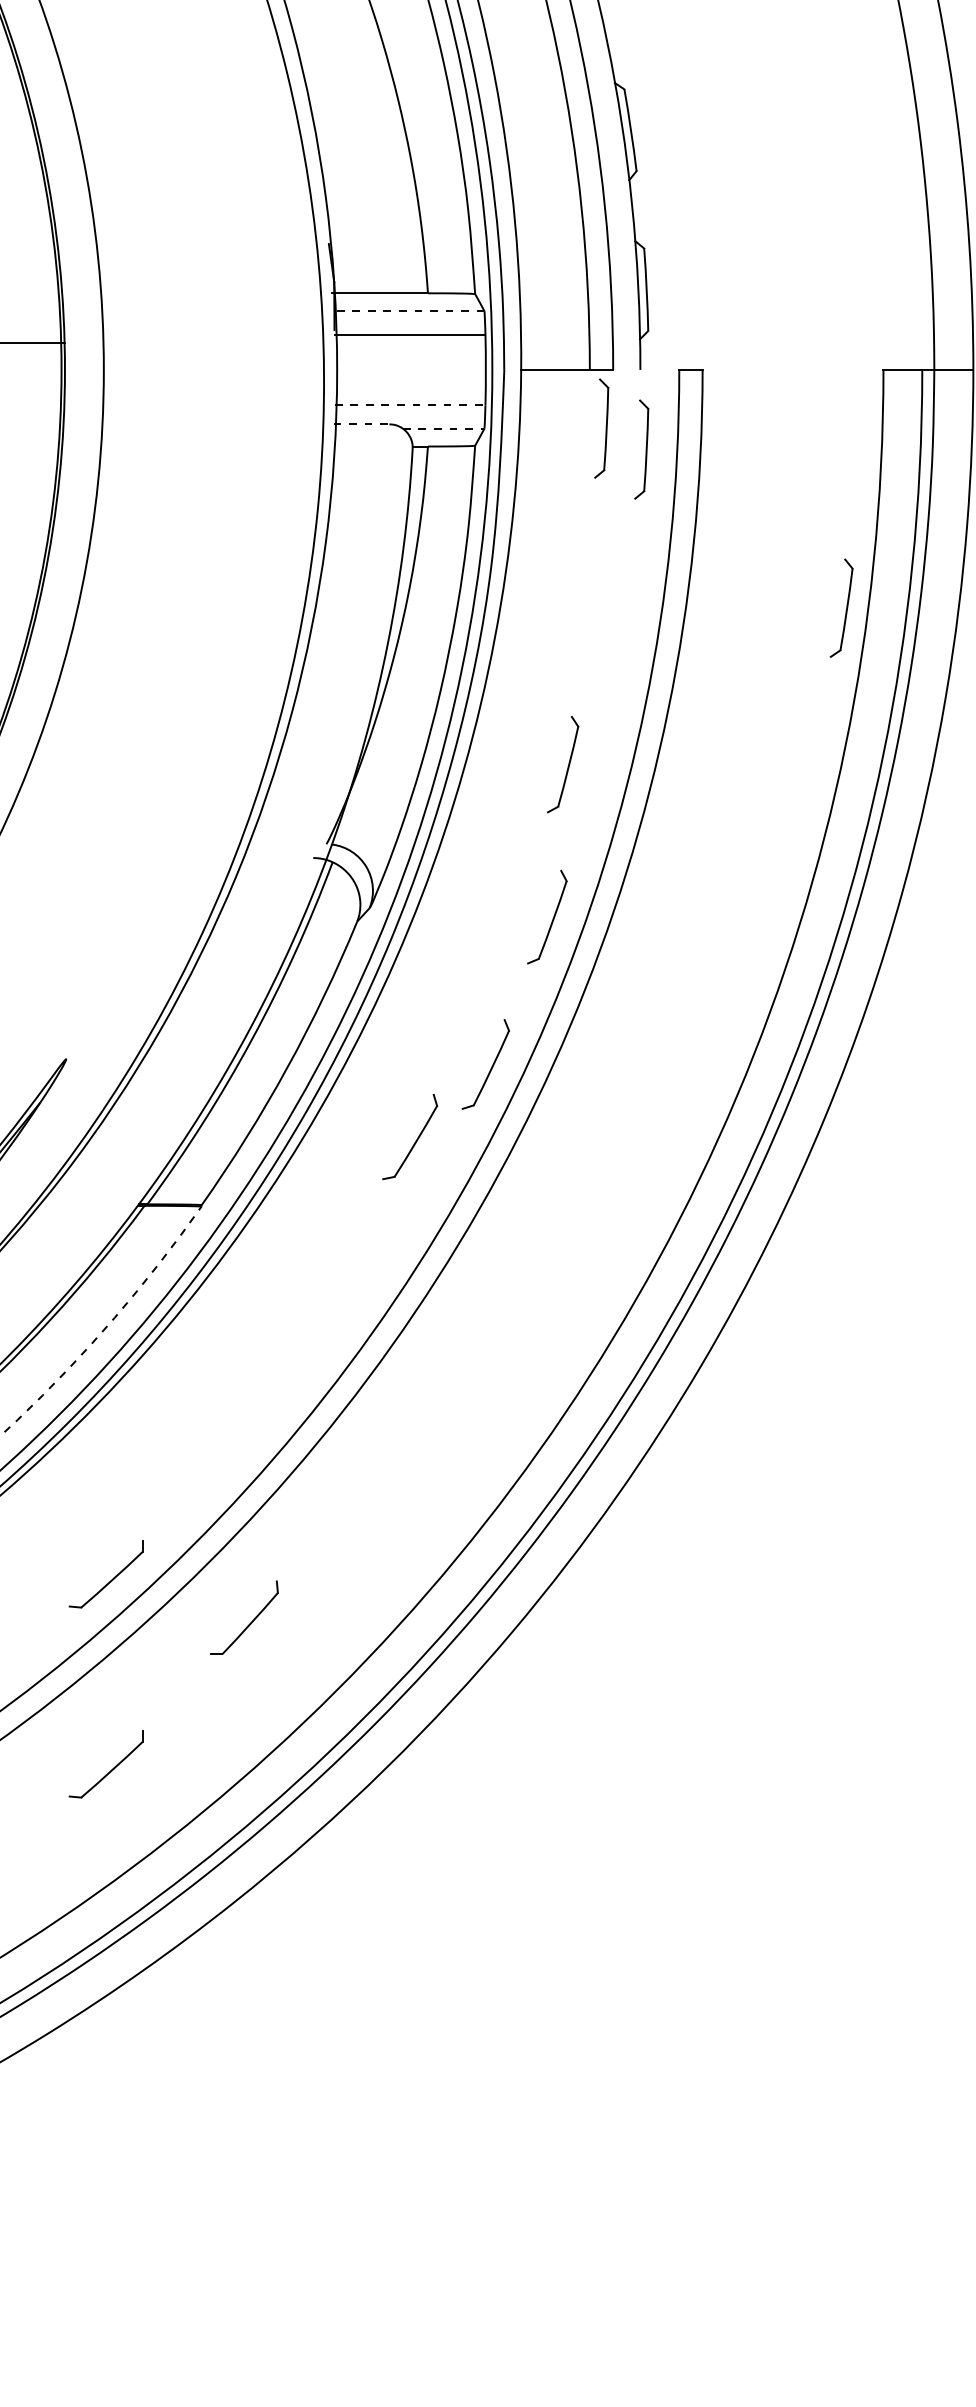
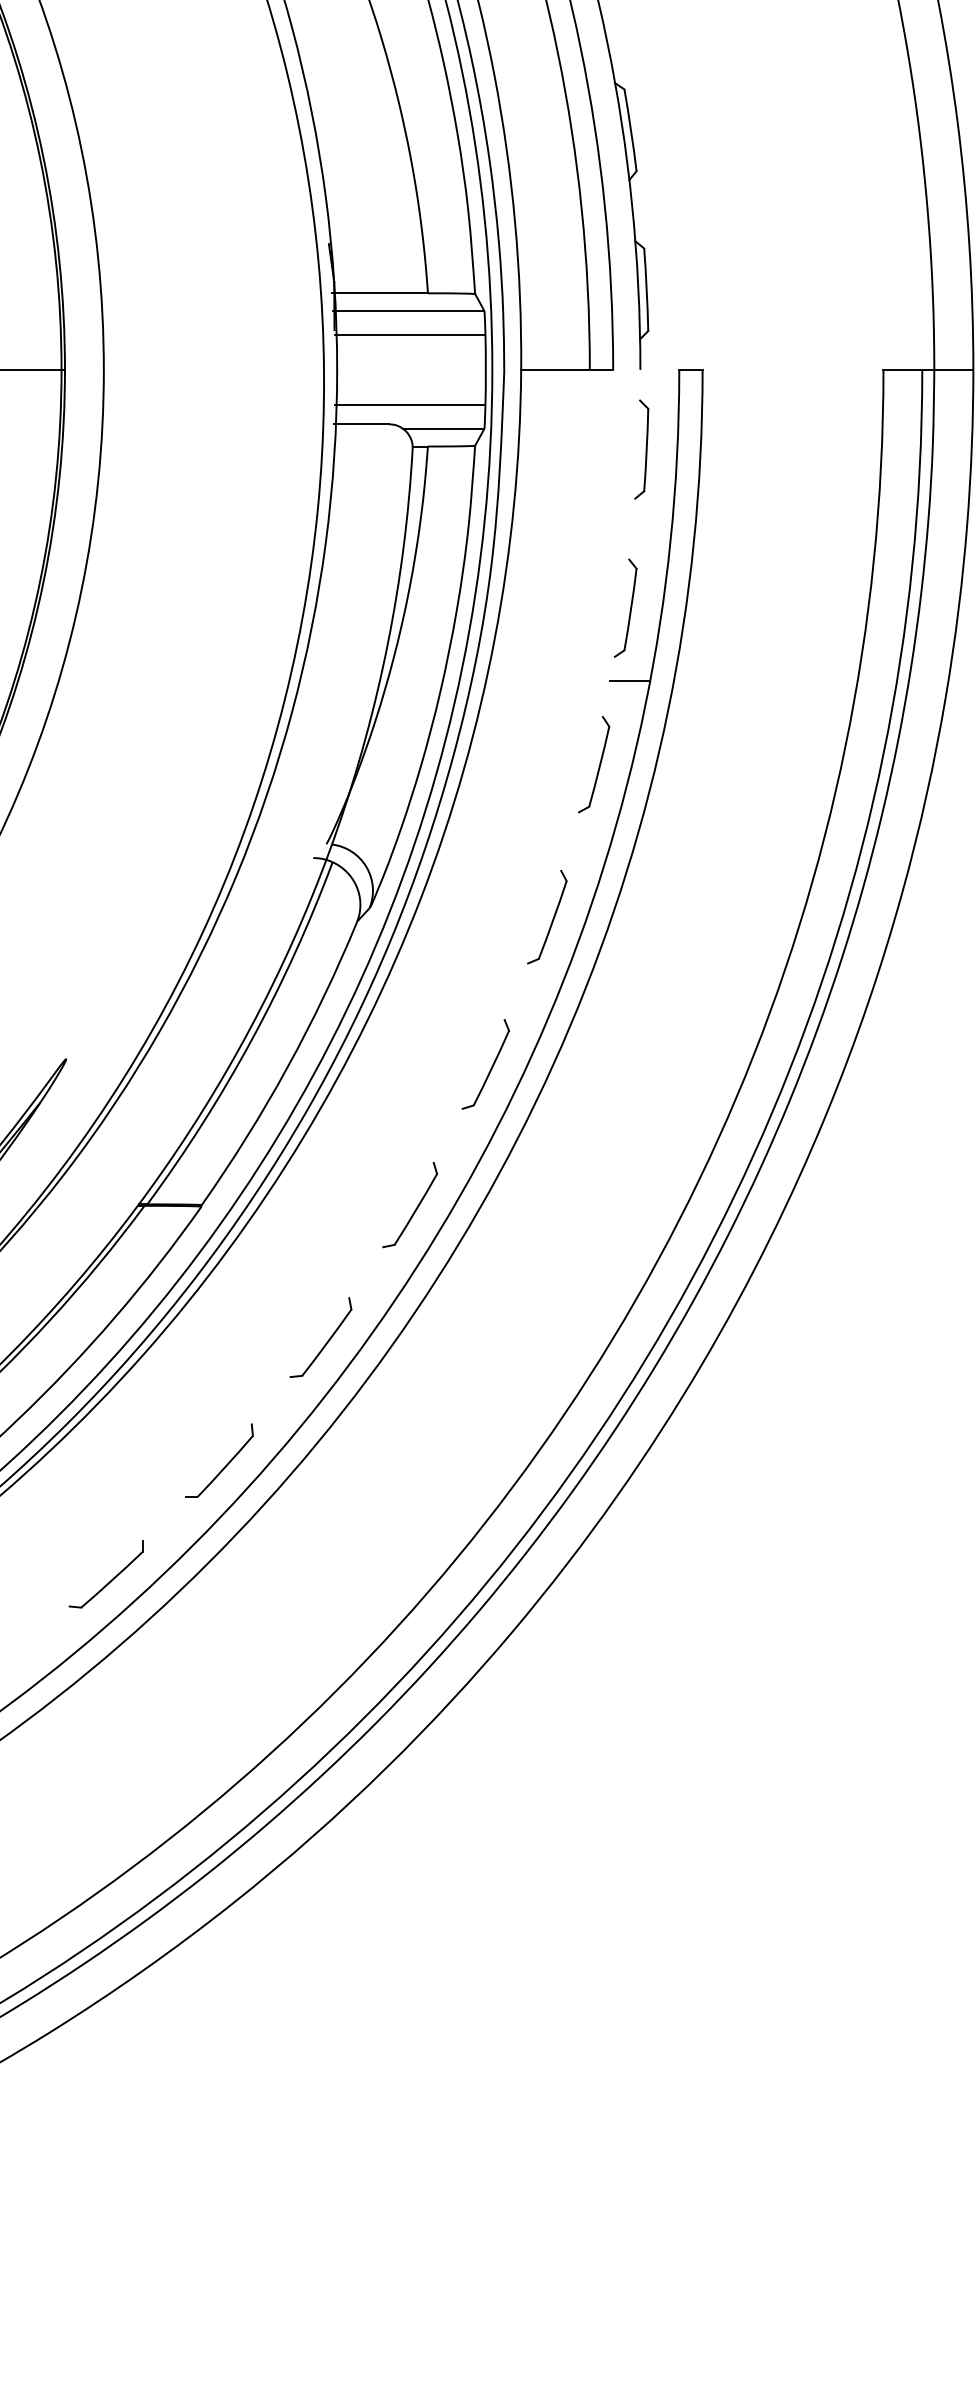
line at (408, 311): dashed -> solid
line at (33, 342) position: (33, 342) -> (33, 369)
line at (410, 405): dashed -> solid
line at (361, 424): dashed -> solid
line at (443, 428): dashed -> solid
part at (601, 428): present -> none
part at (841, 607) position: (841, 607) -> (625, 607)
line at (629, 680): none -> present
part at (563, 764) position: (563, 764) -> (594, 764)
part at (410, 1137) position: (410, 1137) -> (410, 1205)
arc at (106, 1326): dashed -> solid
part at (327, 1340): none -> present
part at (250, 1622) position: (250, 1622) -> (225, 1465)
part at (111, 1769): present -> none
